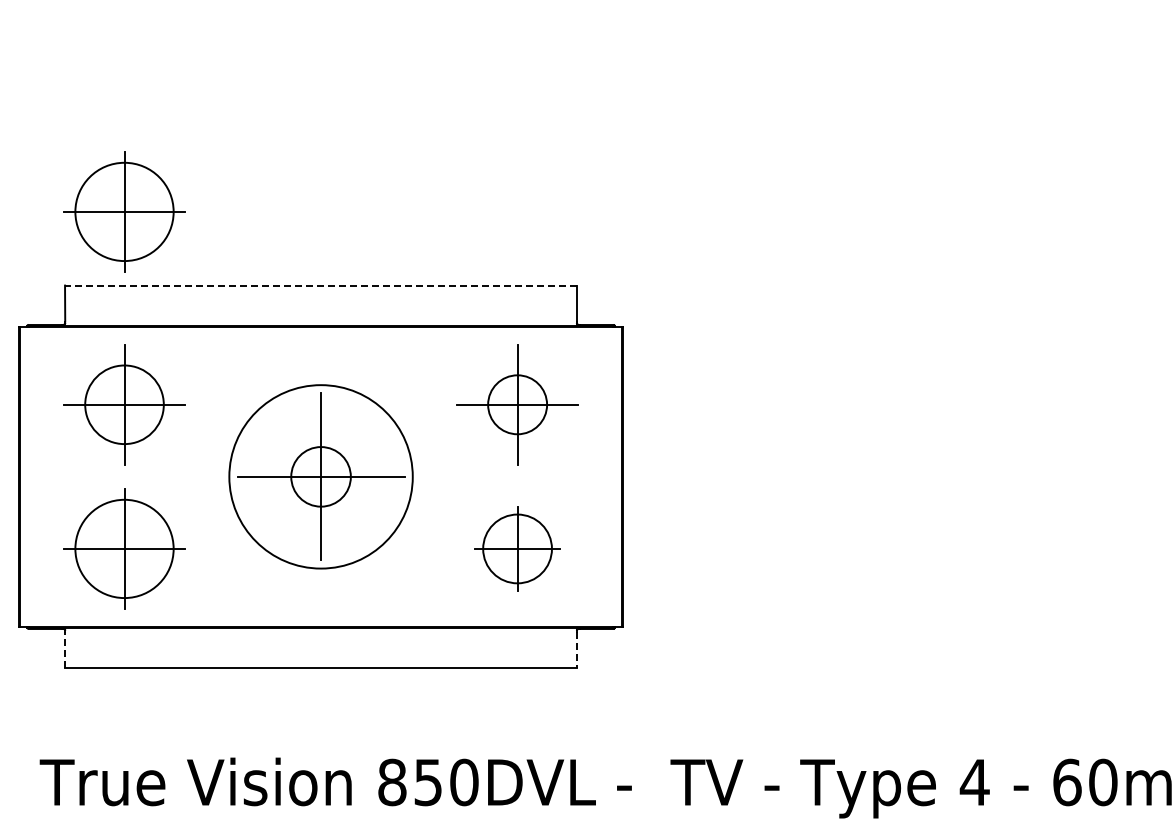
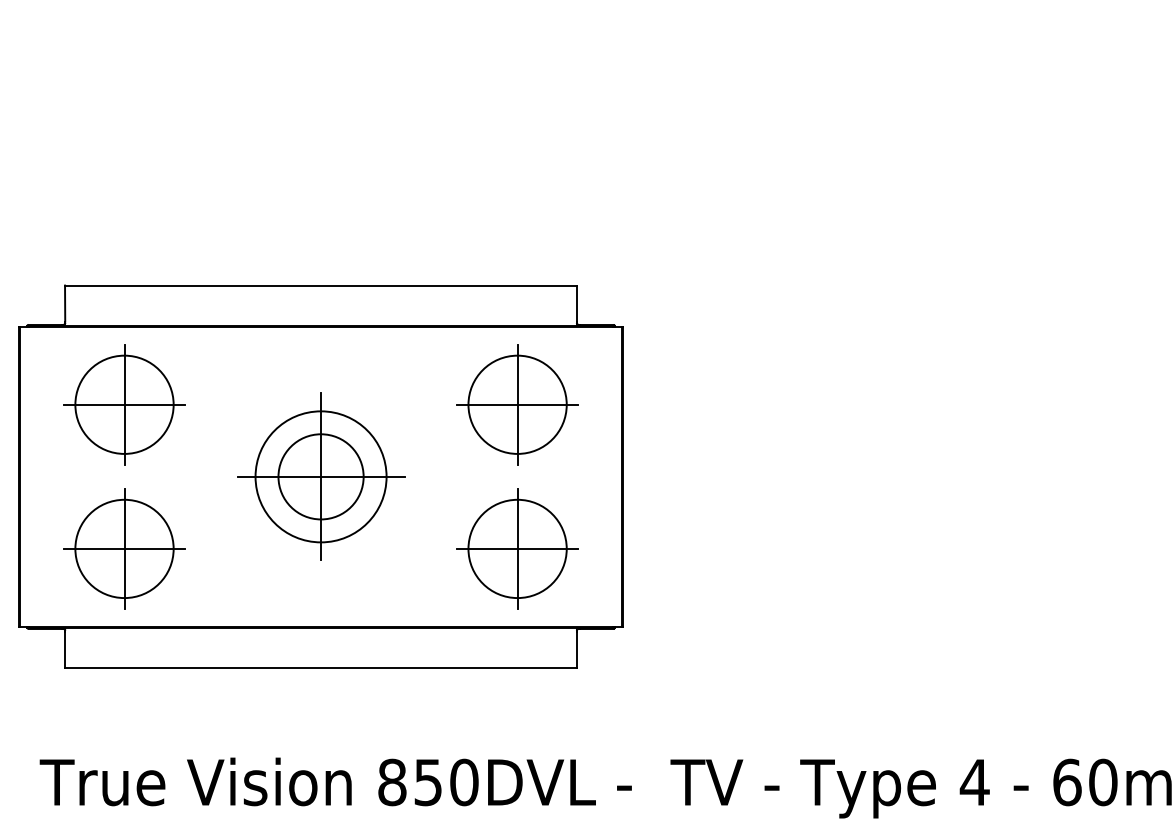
part at (124, 211): present -> none
line at (320, 285): dashed -> solid
circle at (124, 404) diameter: 79 px -> 98 px
circle at (517, 404) diameter: 59 px -> 98 px
circle at (320, 476) diameter: 183 px -> 131 px
circle at (320, 476) diameter: 60 px -> 85 px
part at (517, 548) size: 87x86 px -> 123x122 px
line at (65, 649): dashed -> solid
line at (576, 650): dashed -> solid
